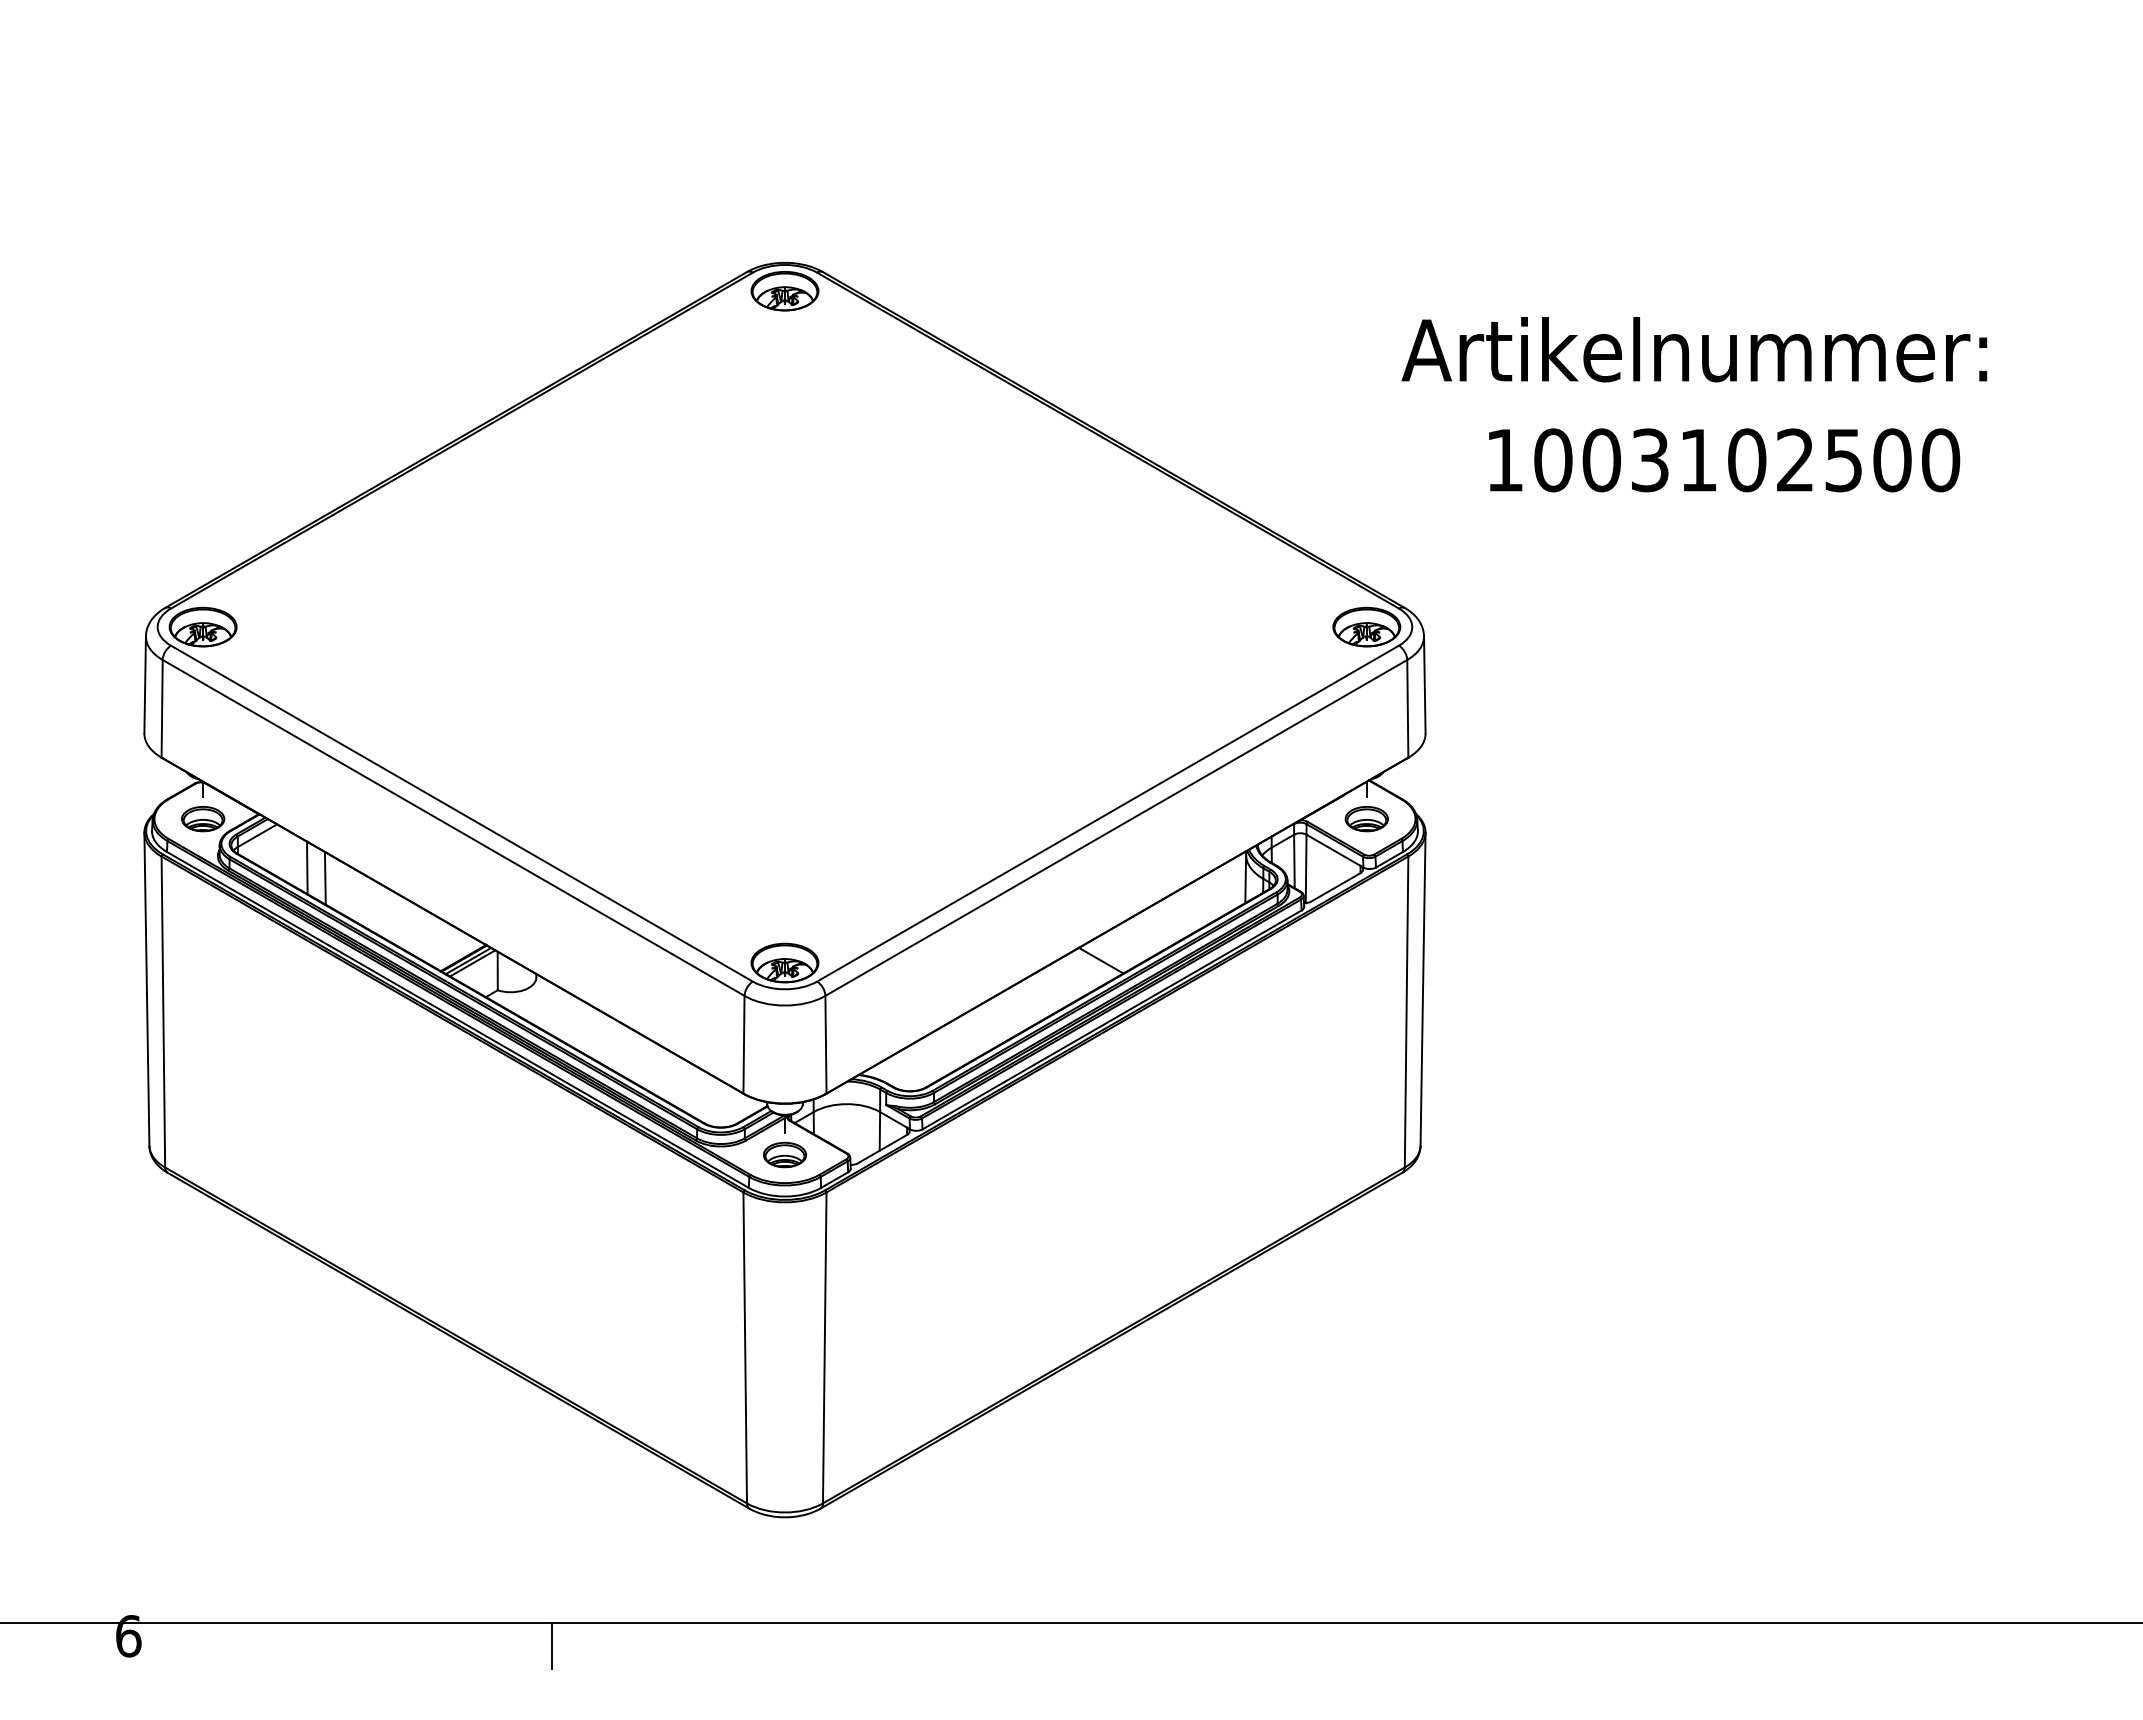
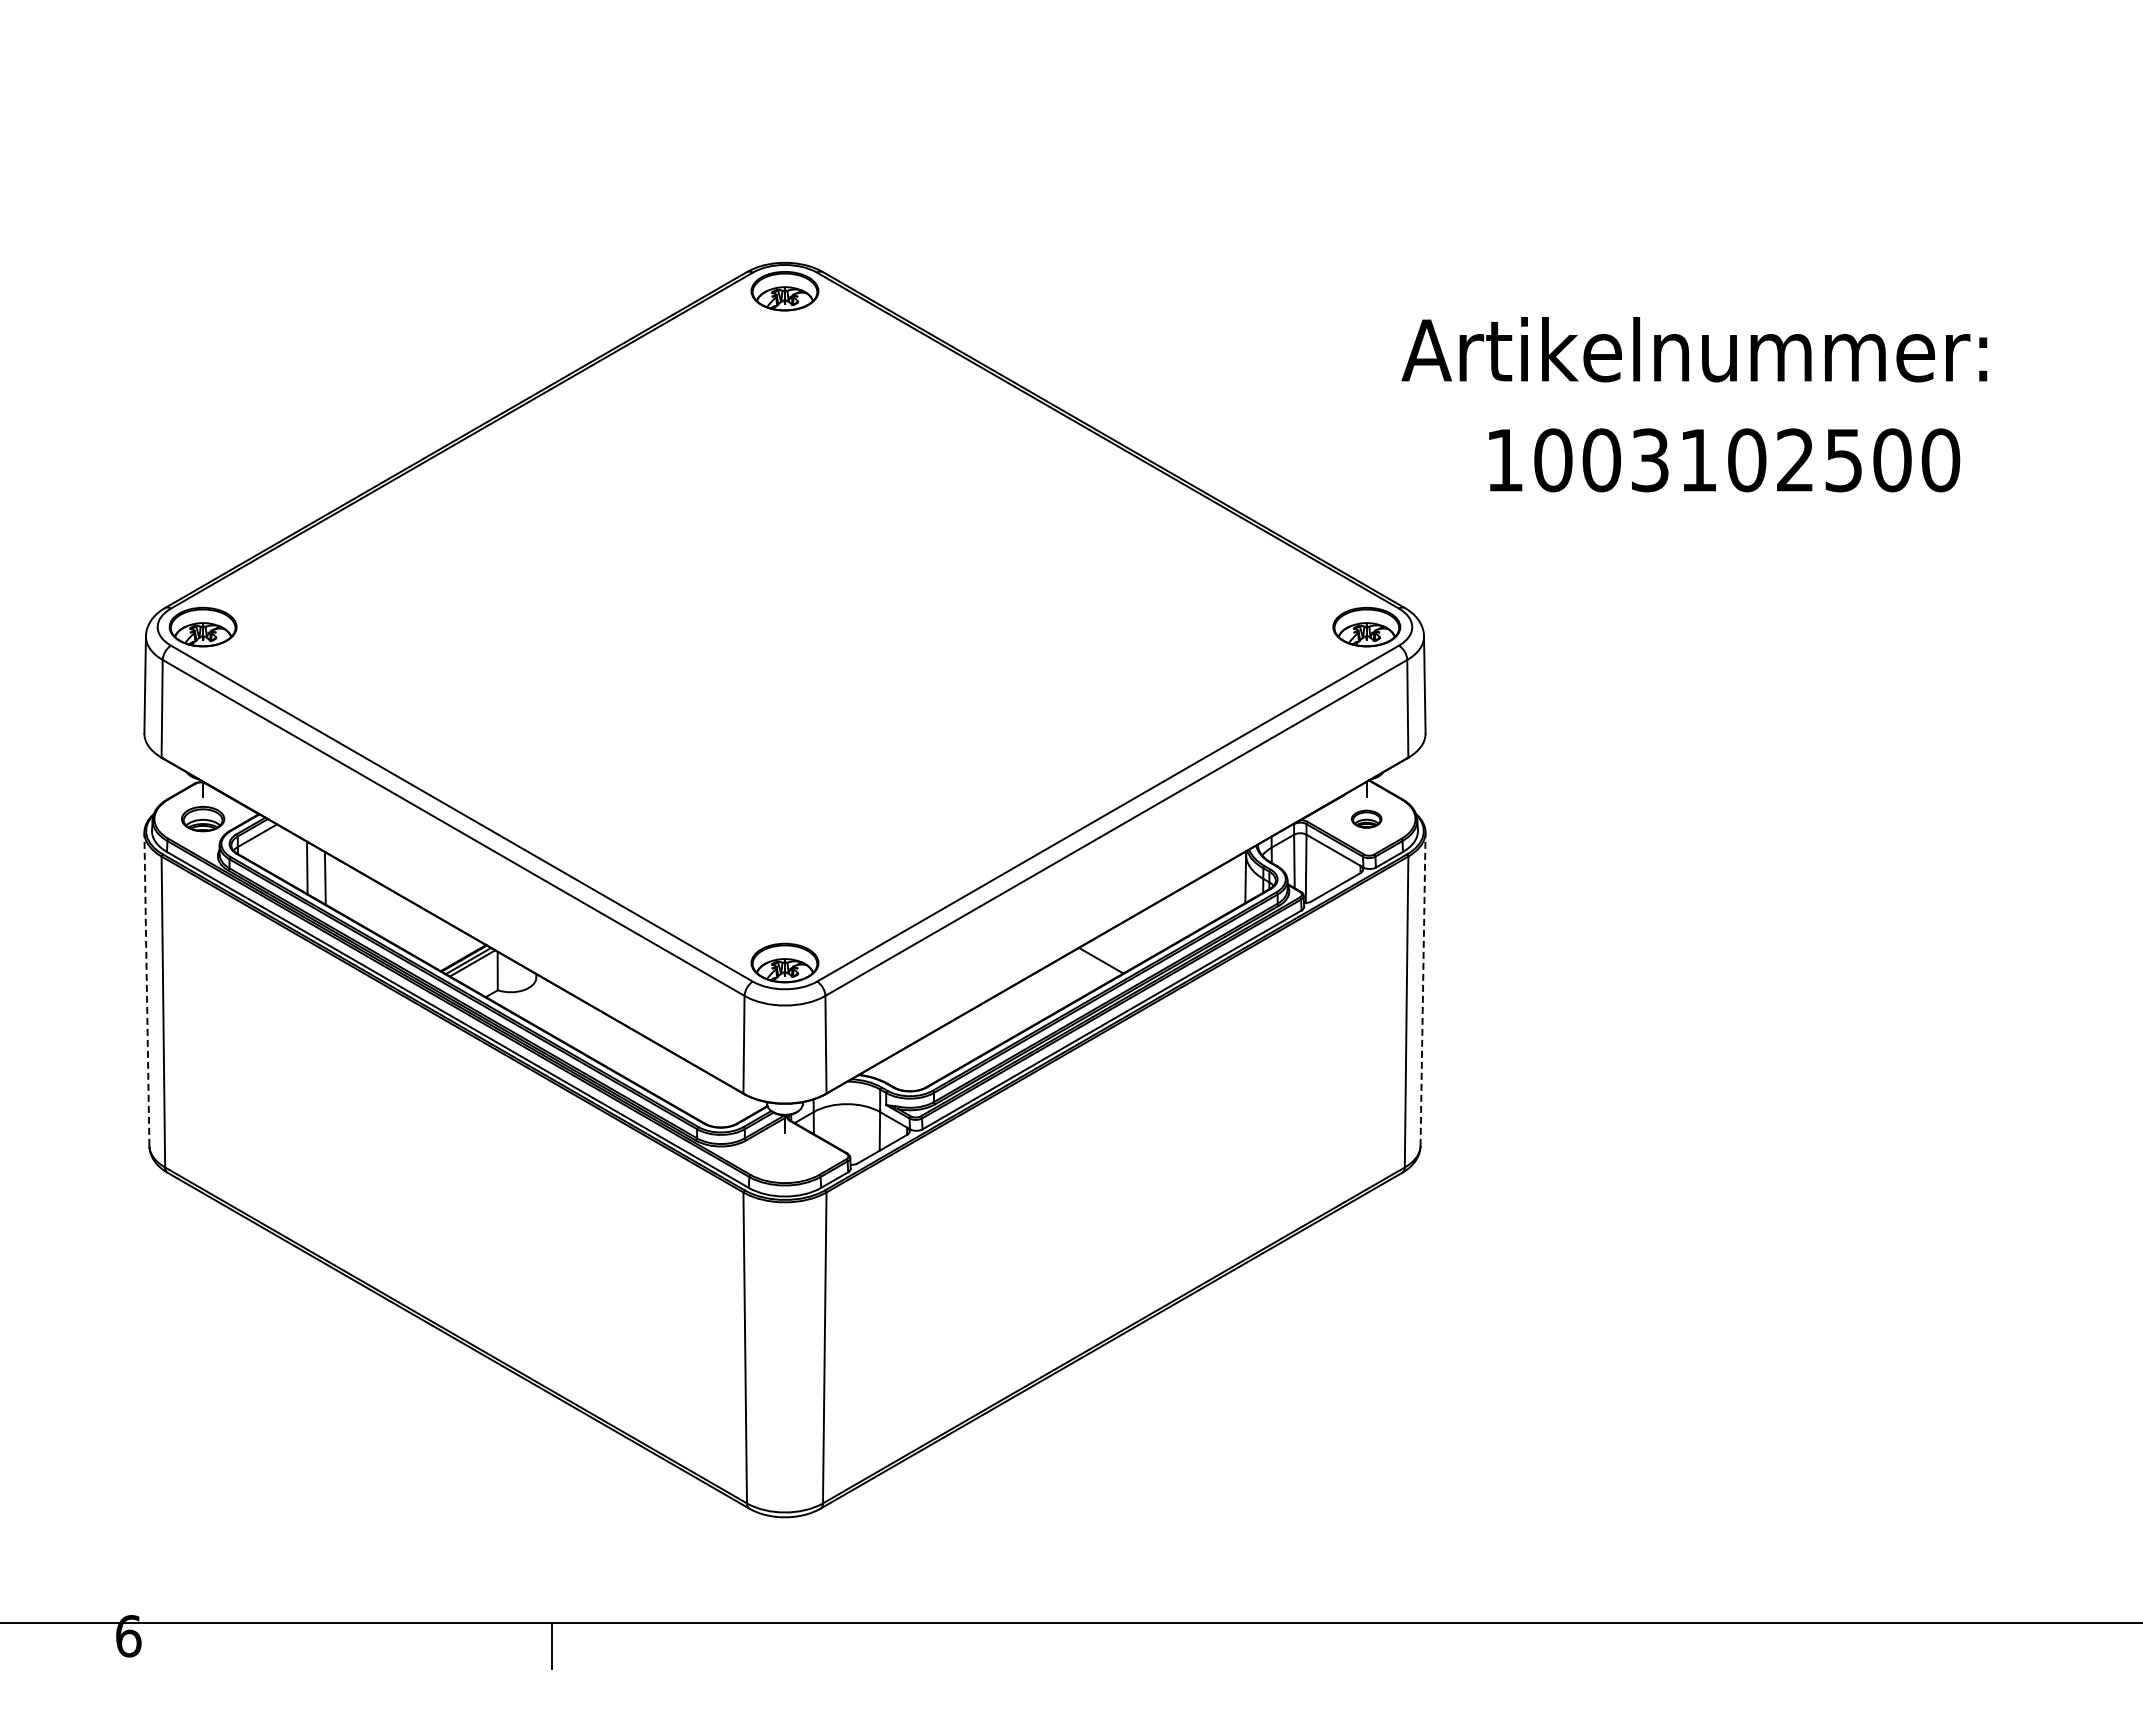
part at (1366, 819) size: 45x27 px -> 32x20 px
line at (146, 989): solid -> dashed
line at (1423, 989): solid -> dashed
part at (784, 1154): present -> none
